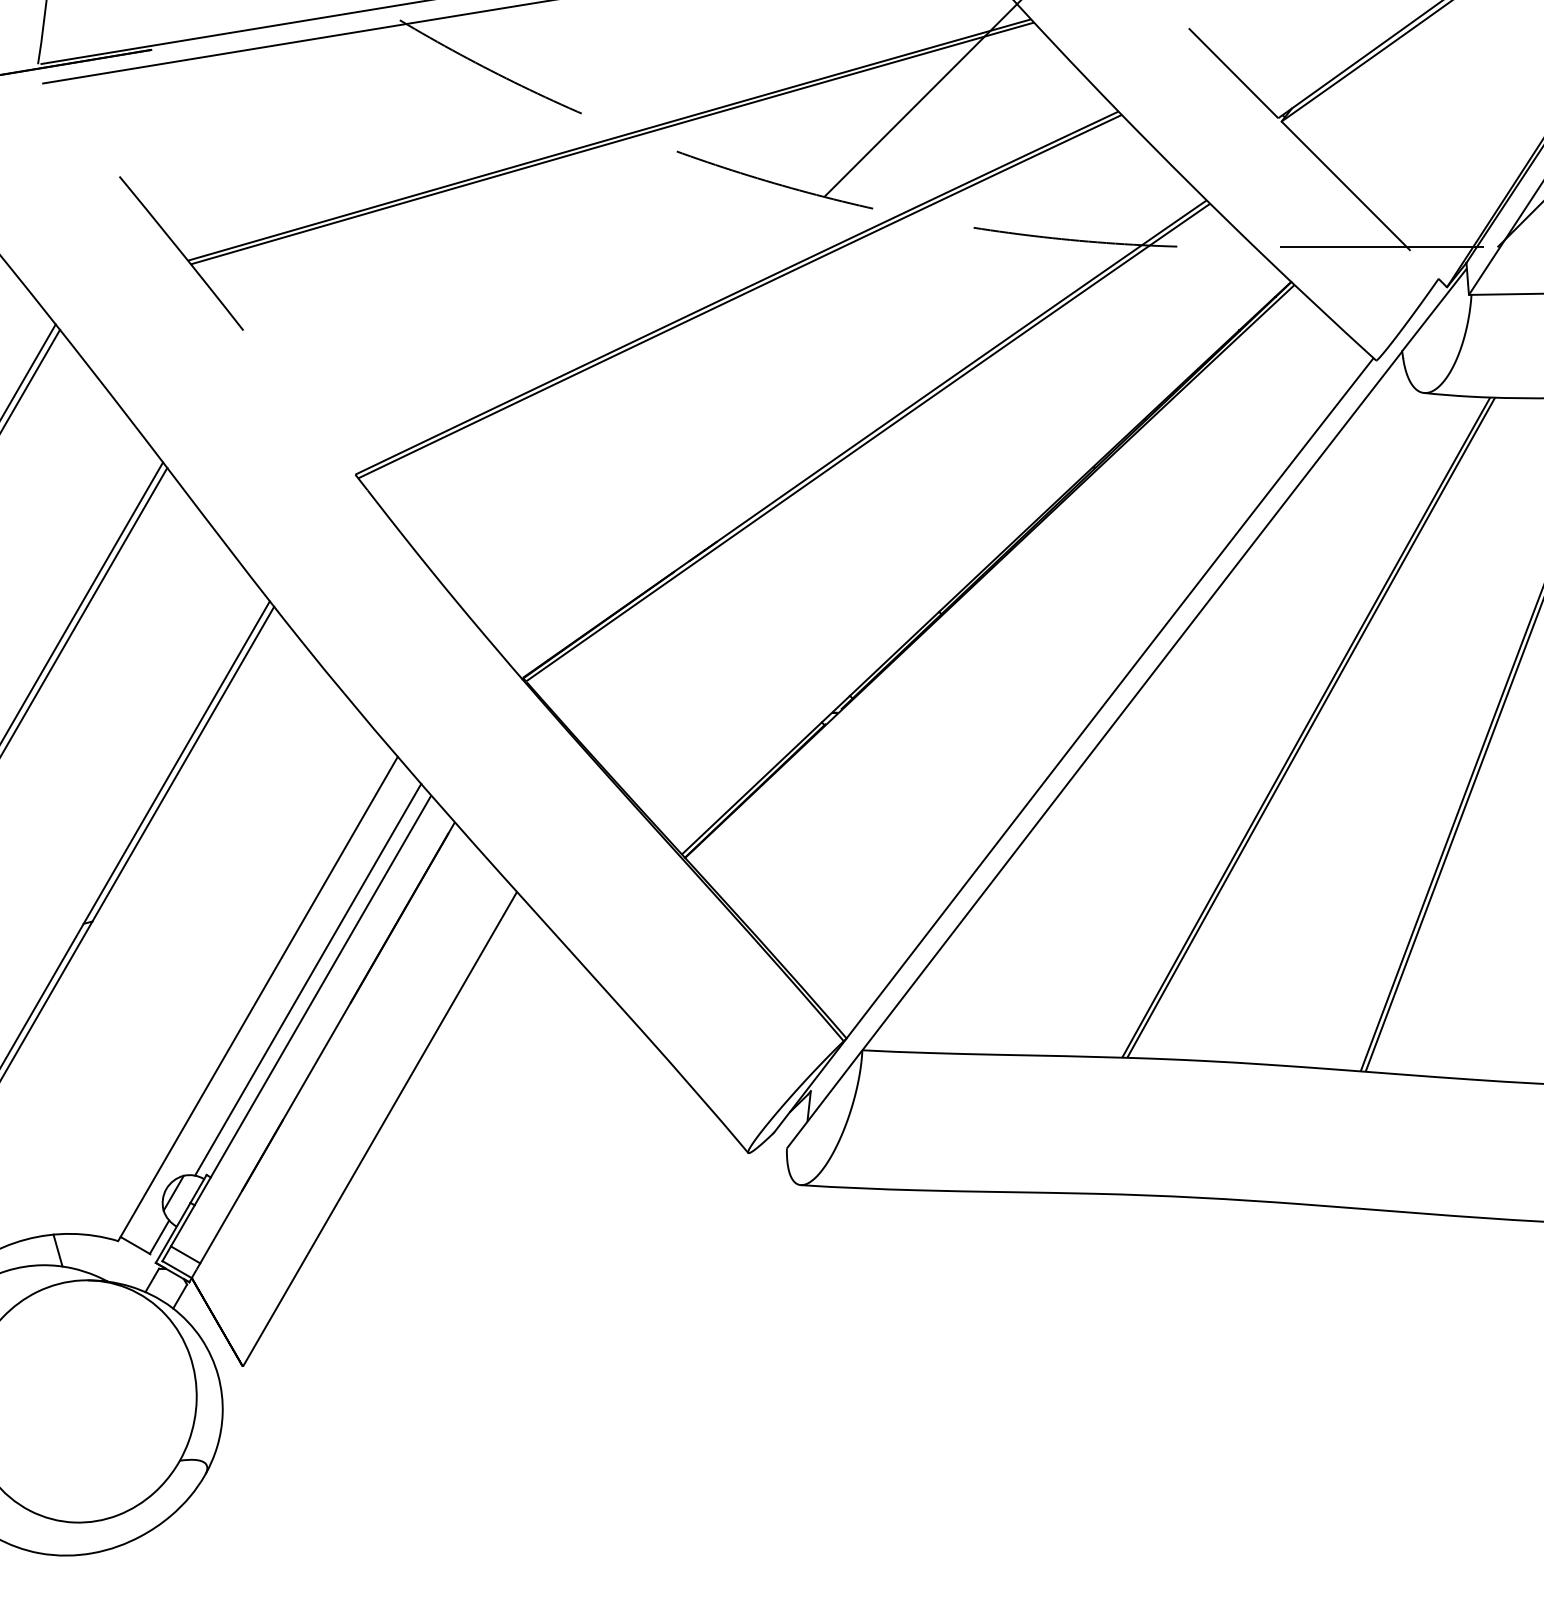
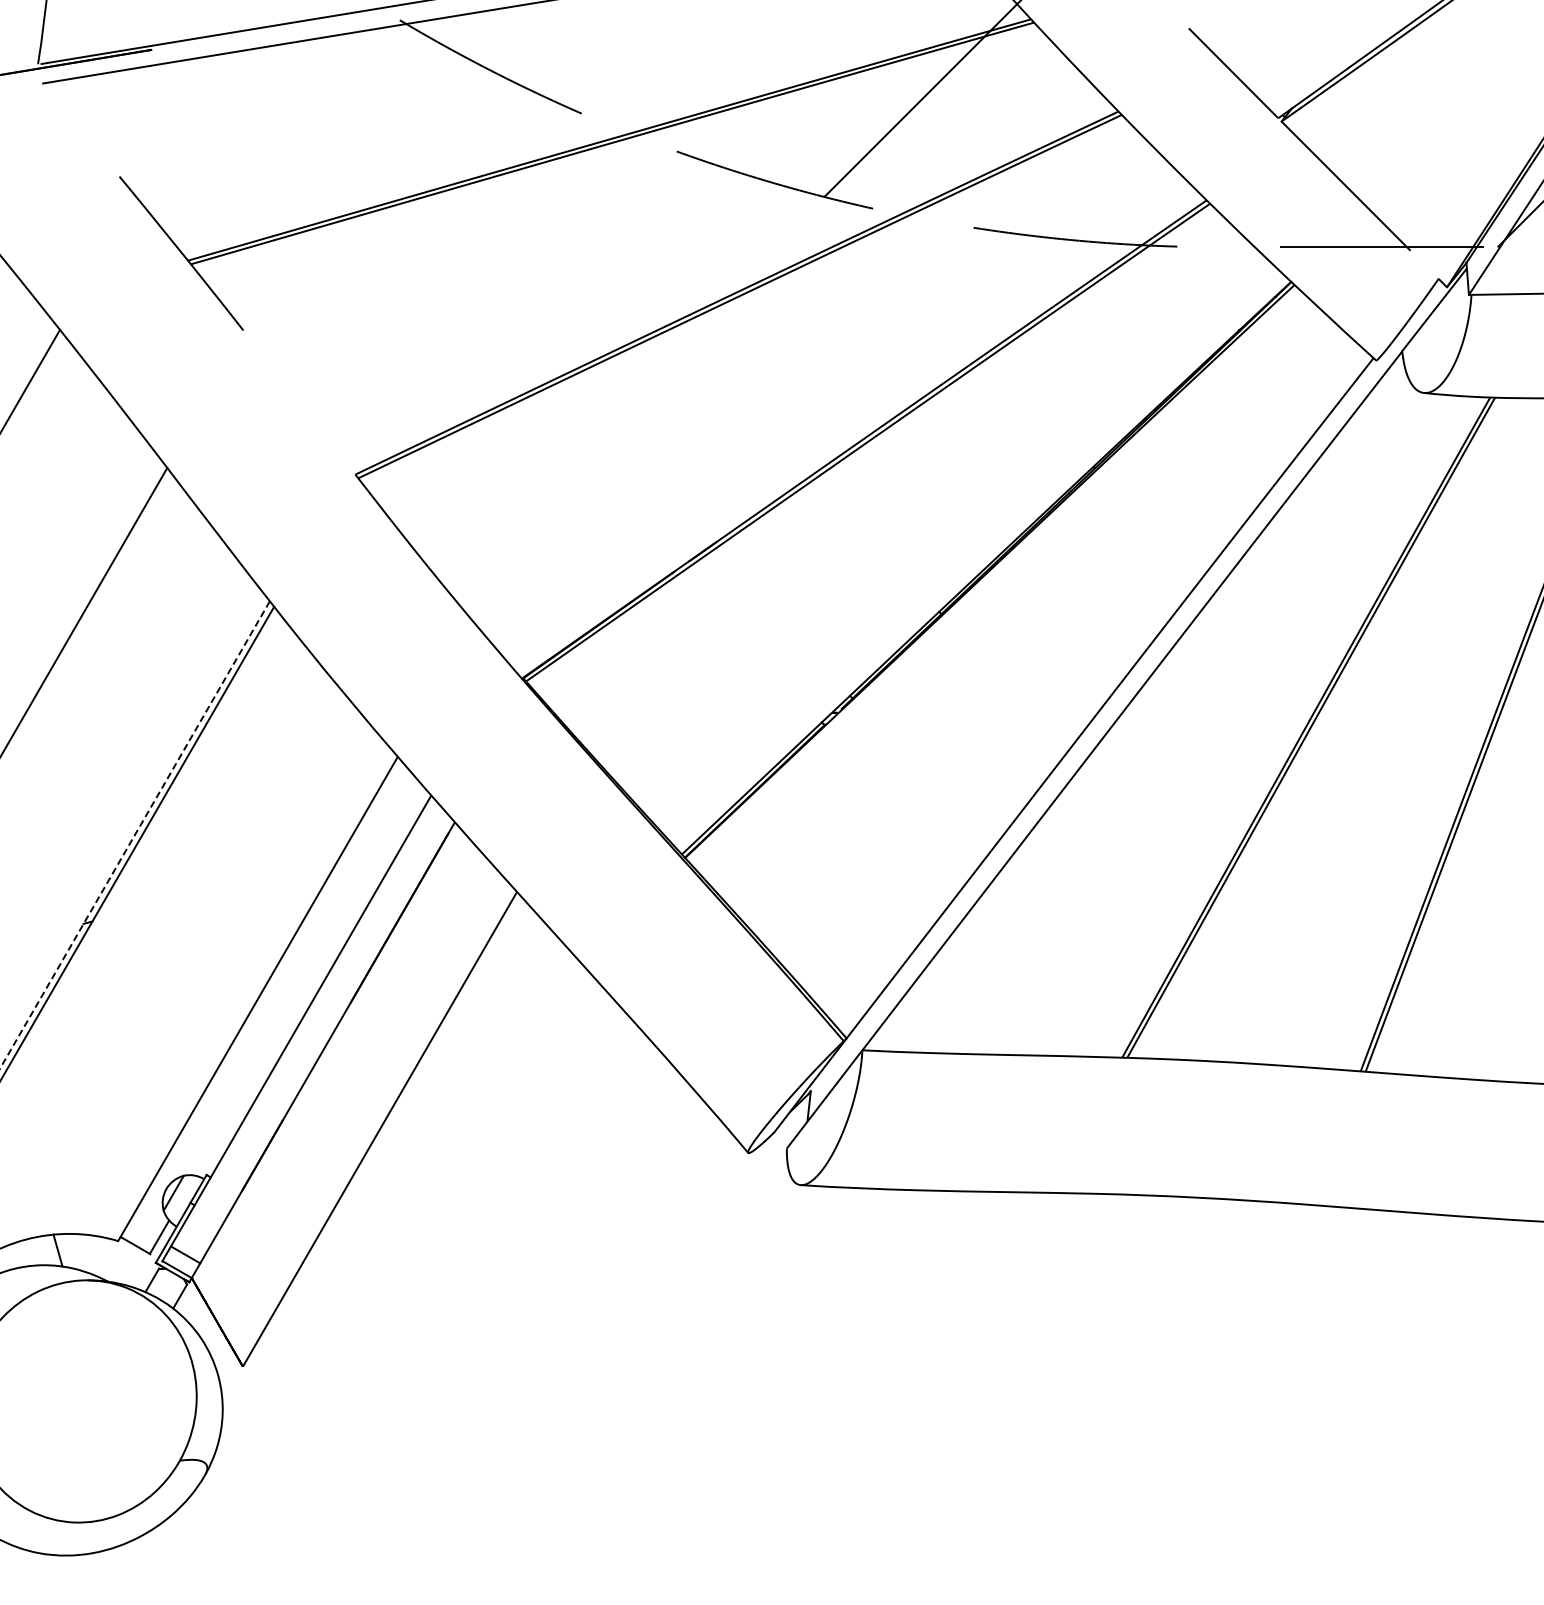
line at (28, 370): present -> none
line at (82, 601): present -> none
line at (134, 835): solid -> dashed
line at (308, 979): present -> none
